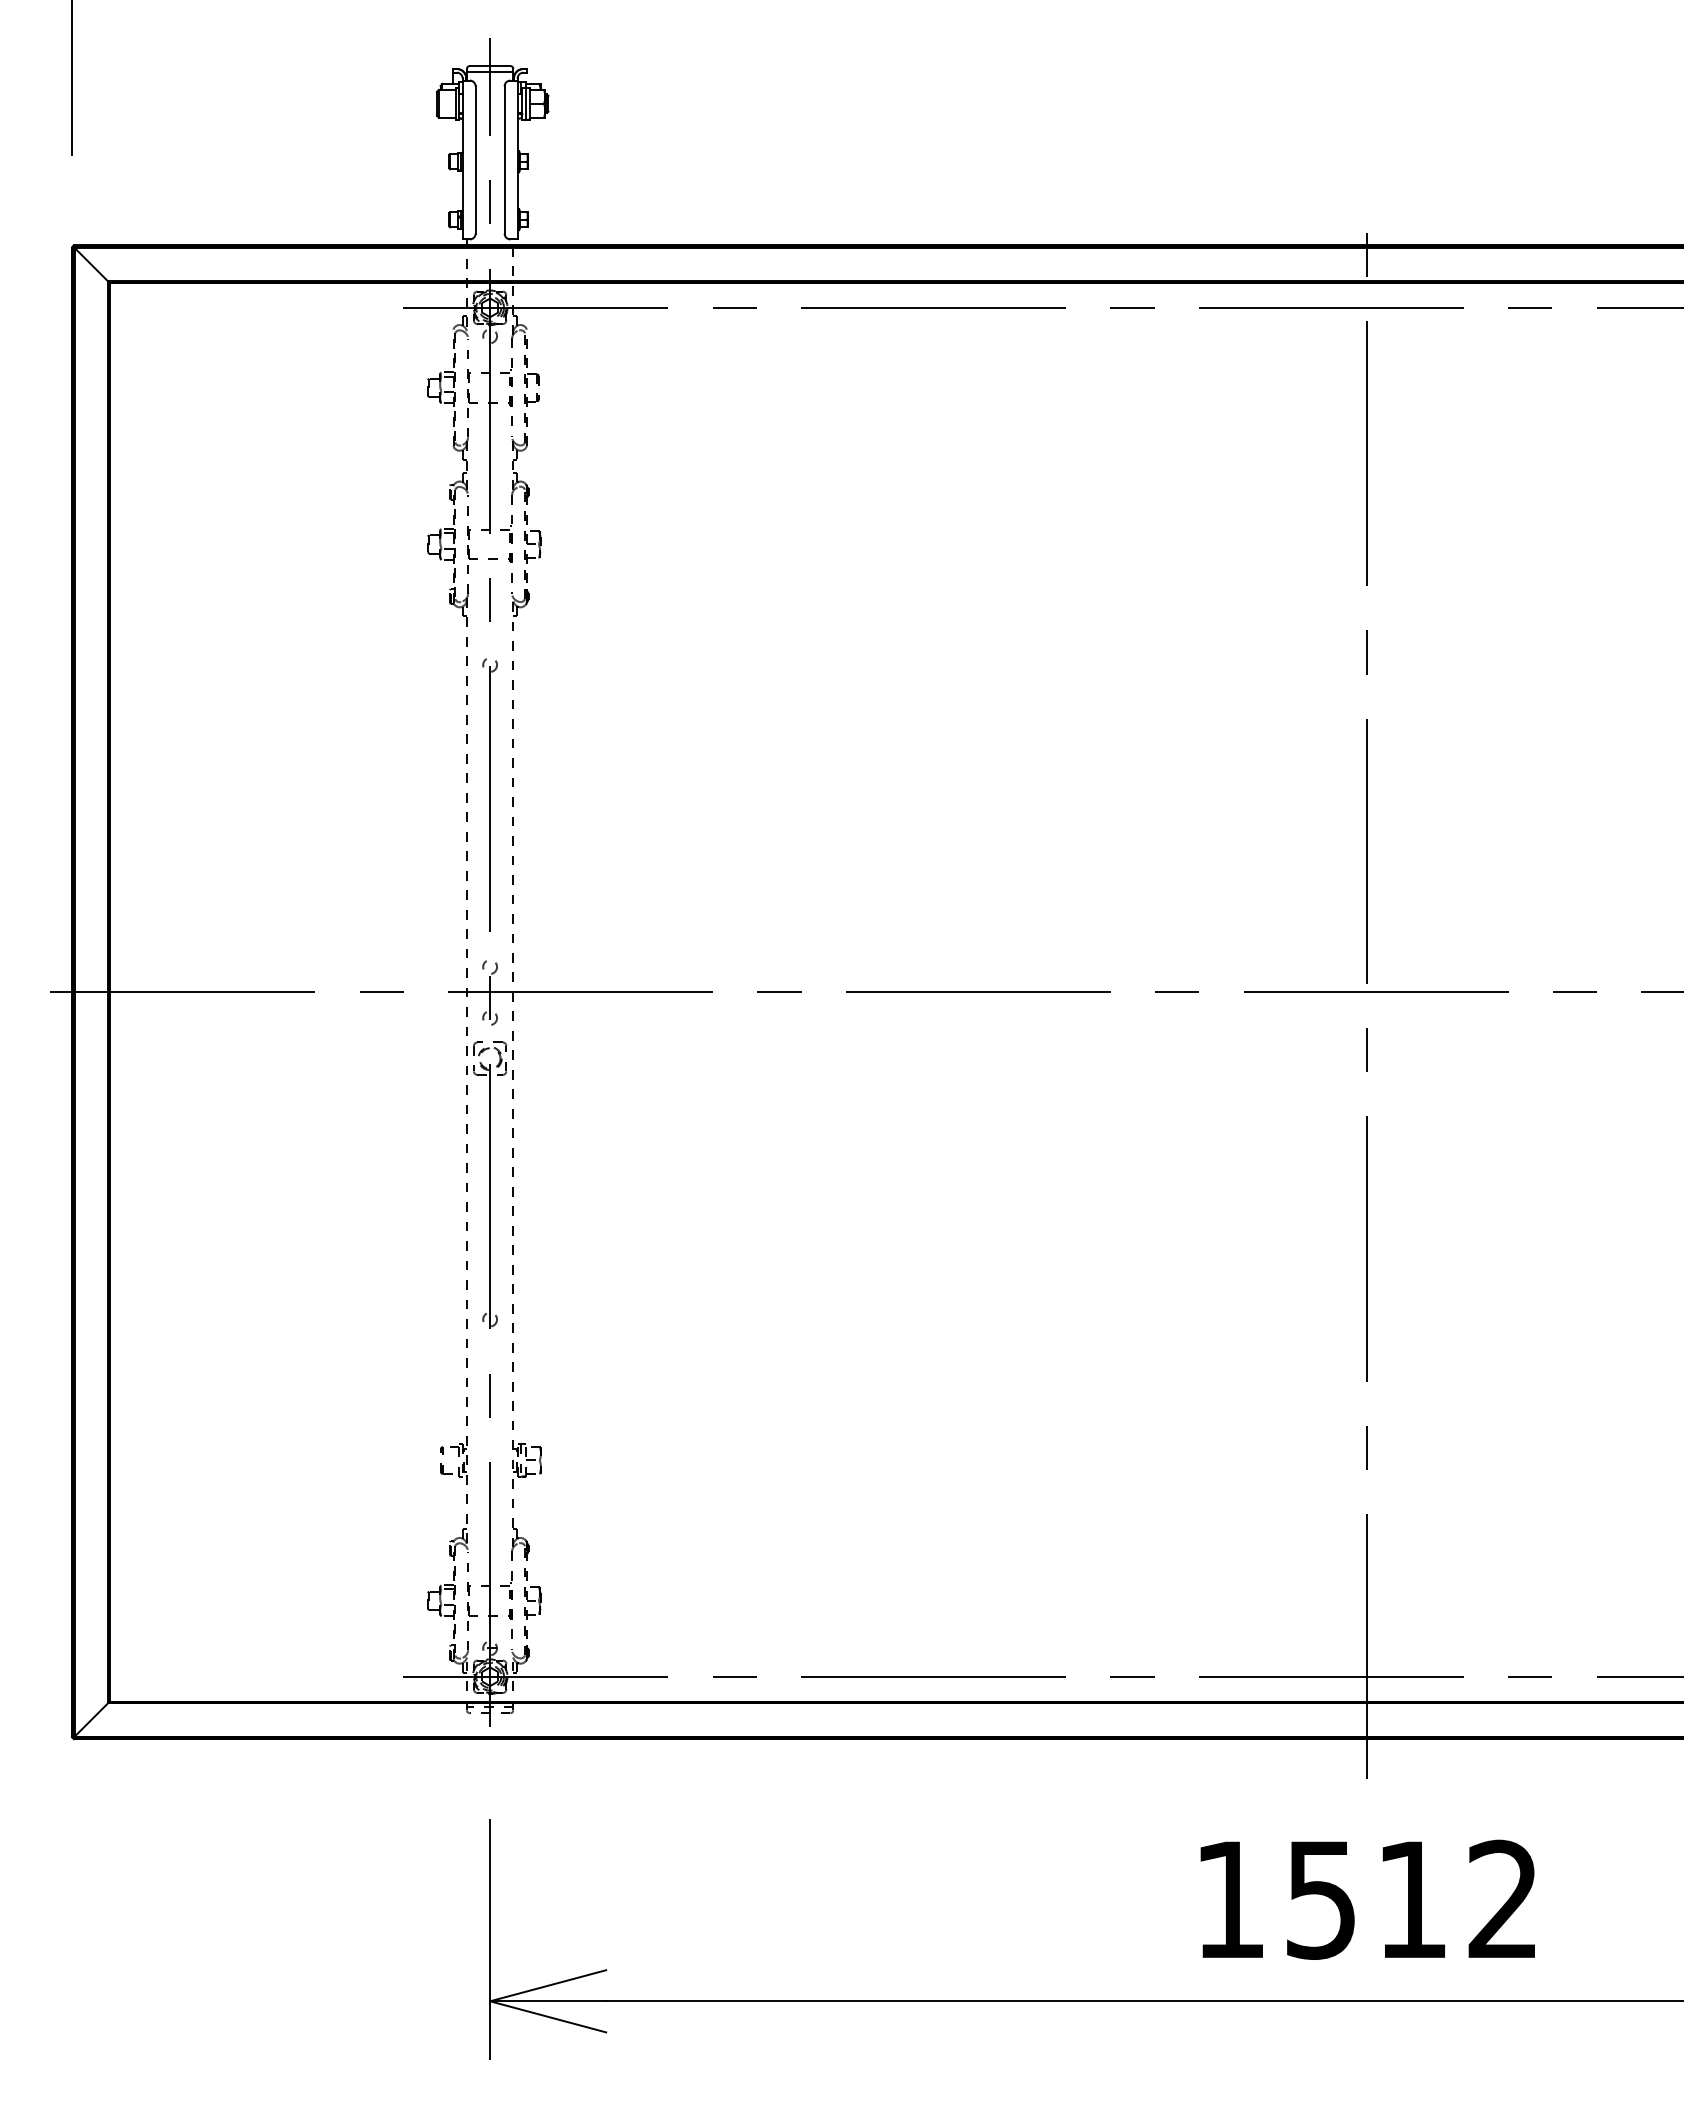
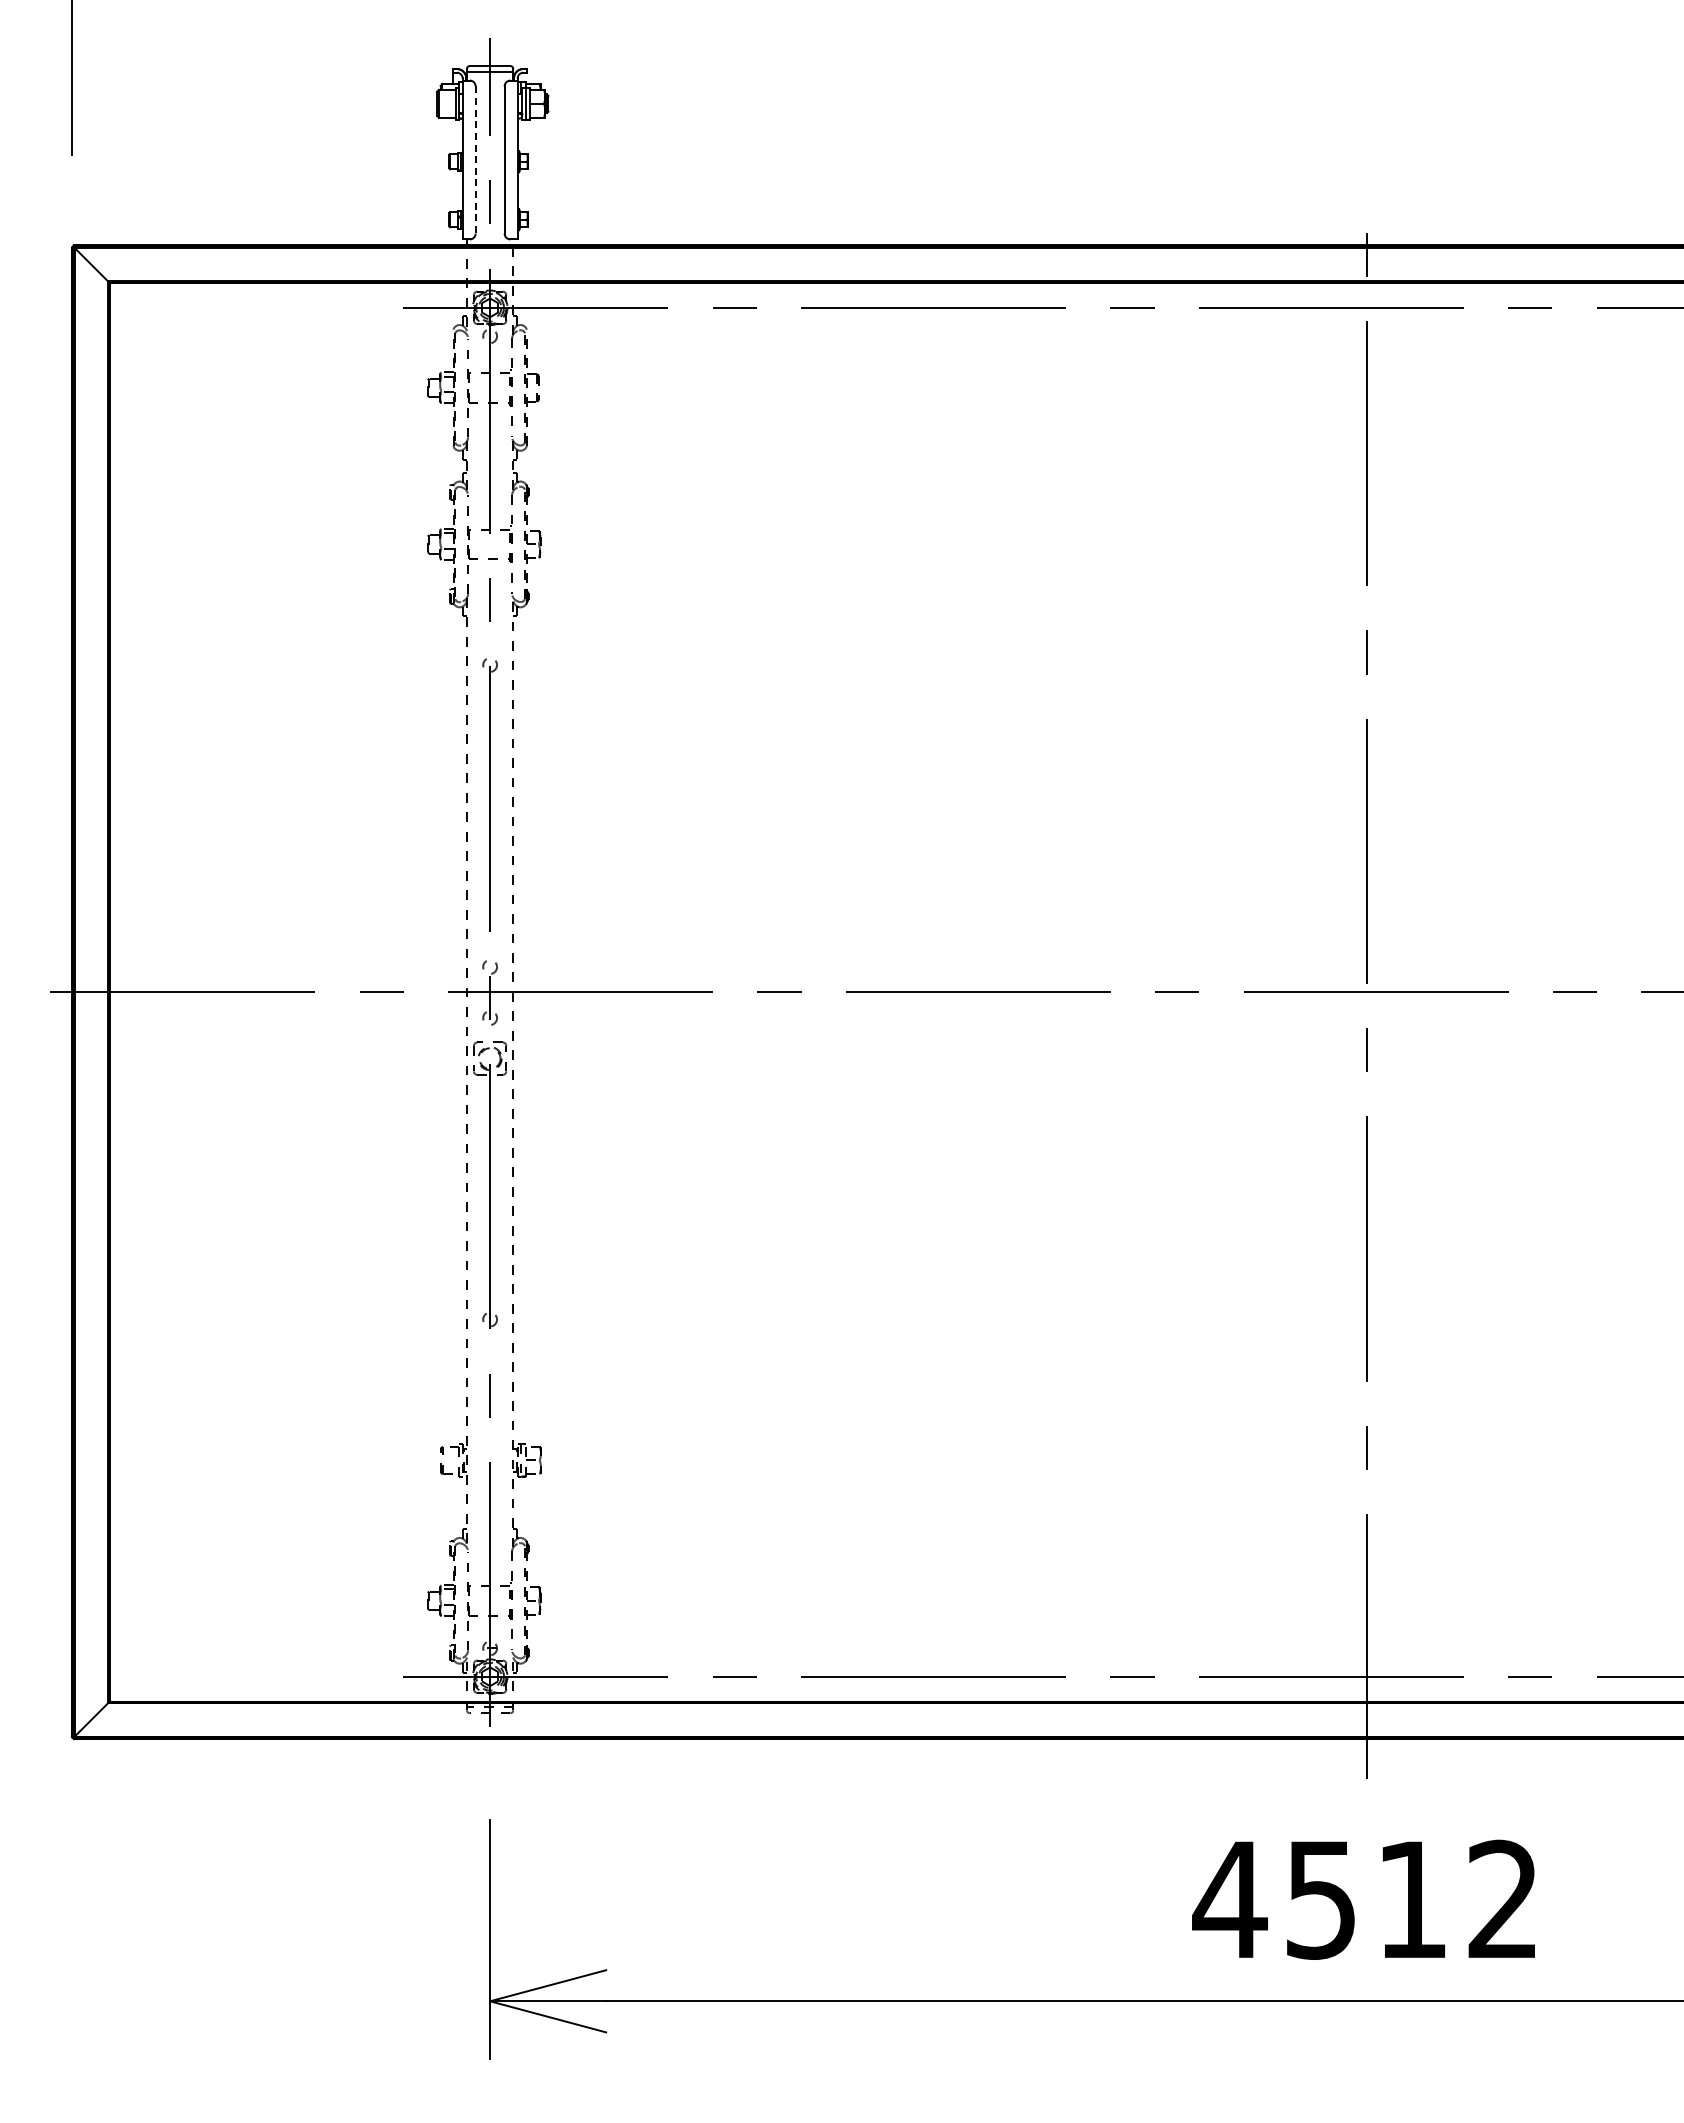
line at (475, 160): solid -> dashed
text at (1230, 1899): 1512 -> 4512
